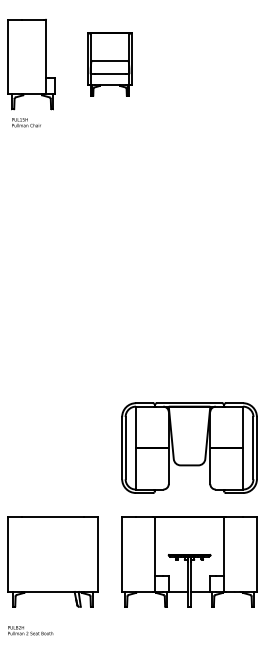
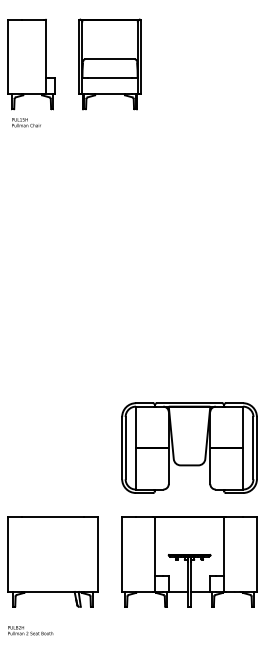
part at (109, 64) size: 46x65 px -> 64x93 px
